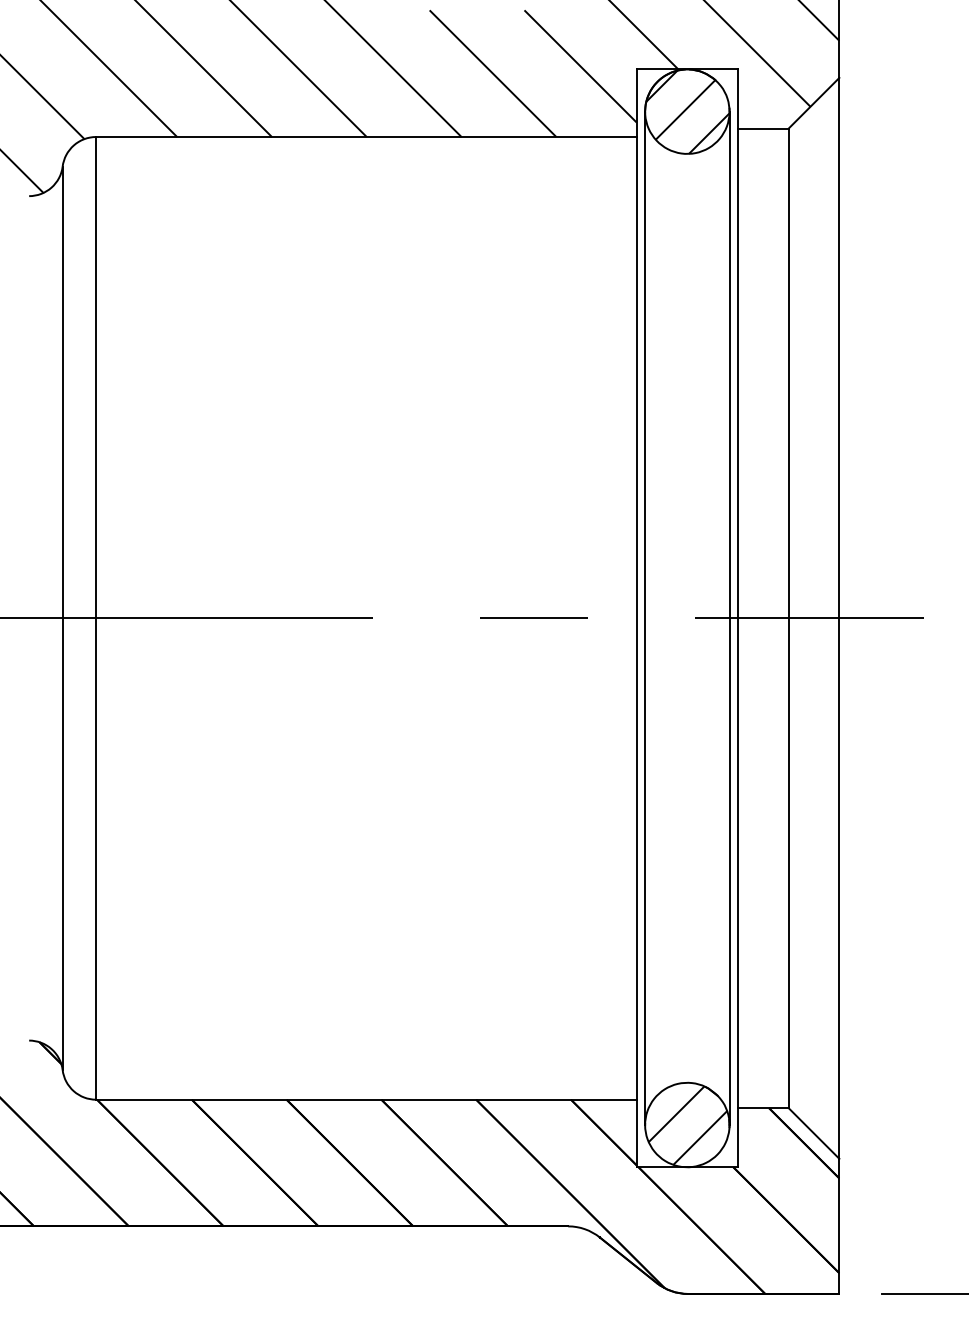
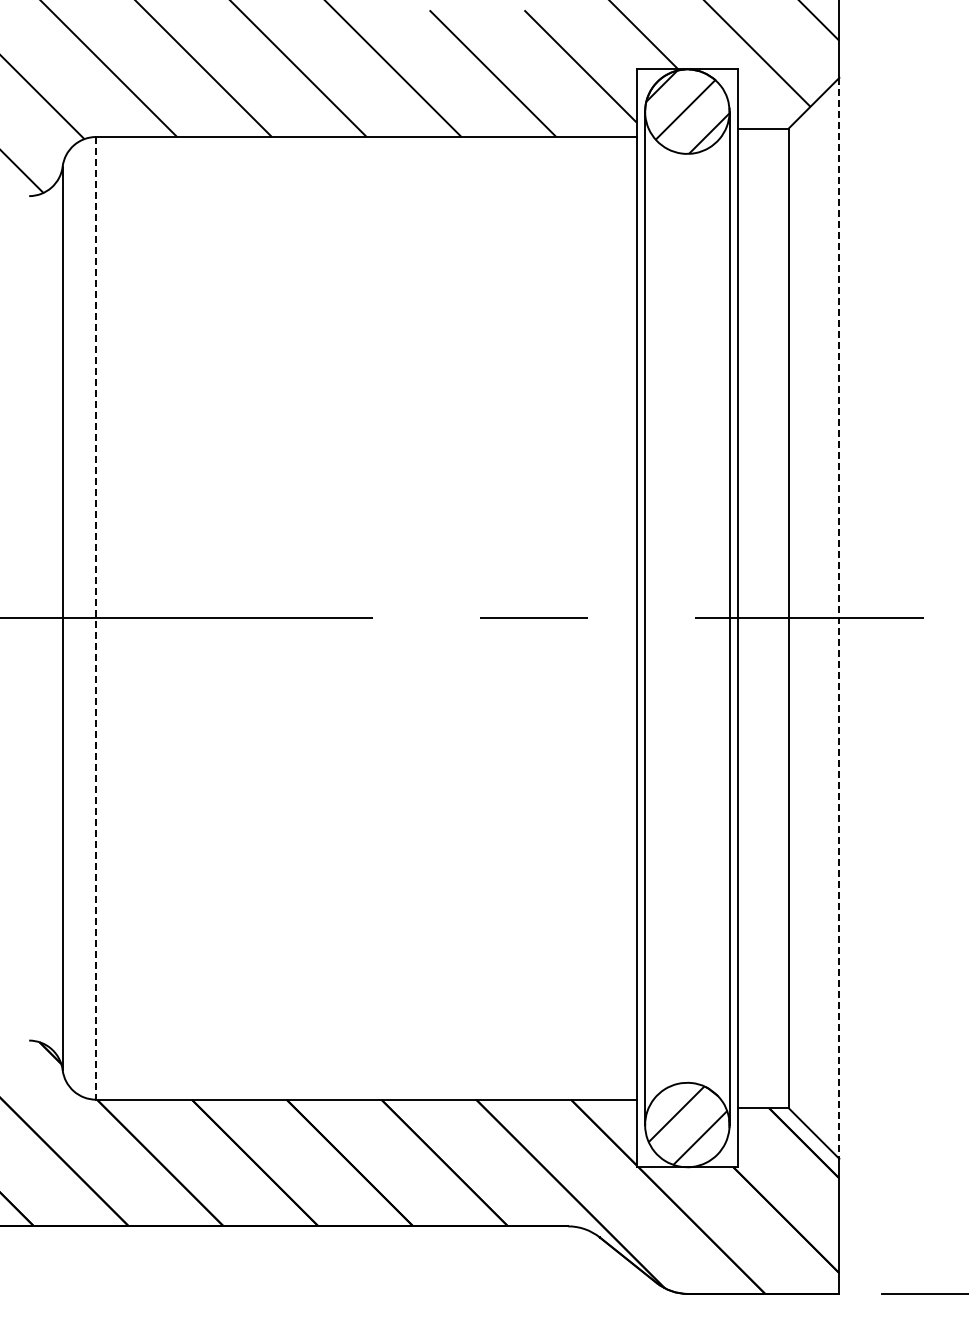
line at (96, 618): solid -> dashed
line at (839, 618): solid -> dashed
